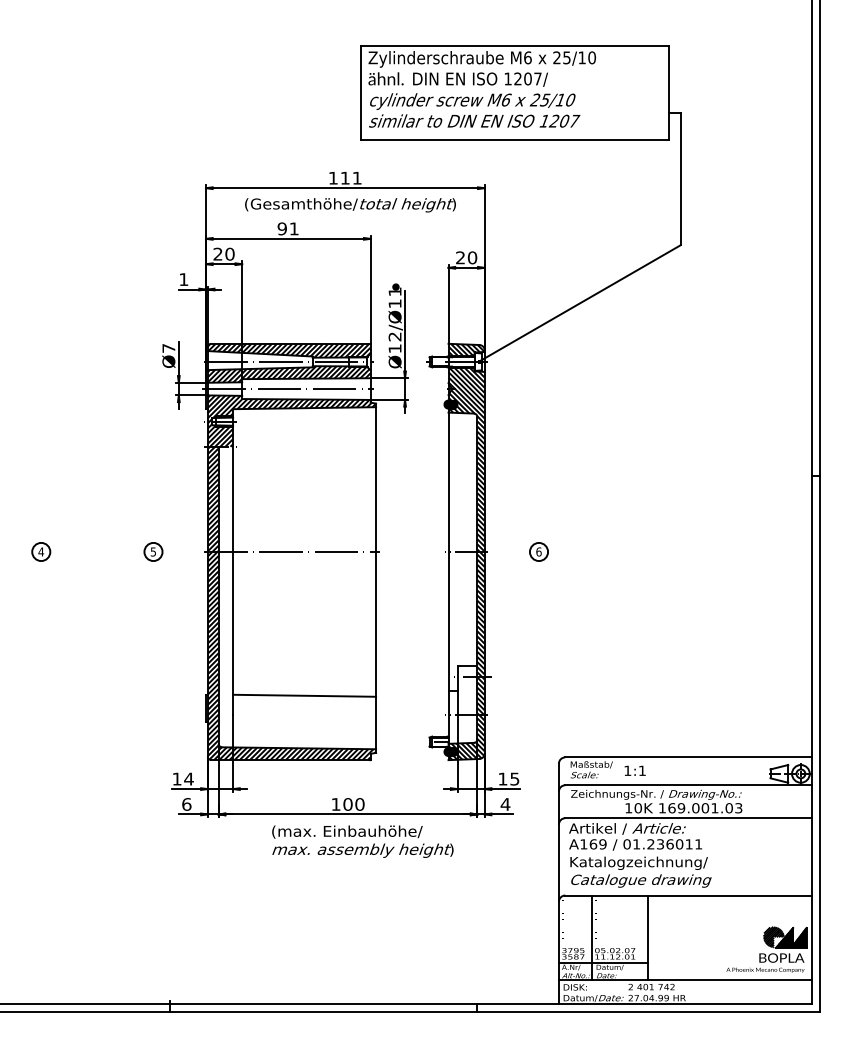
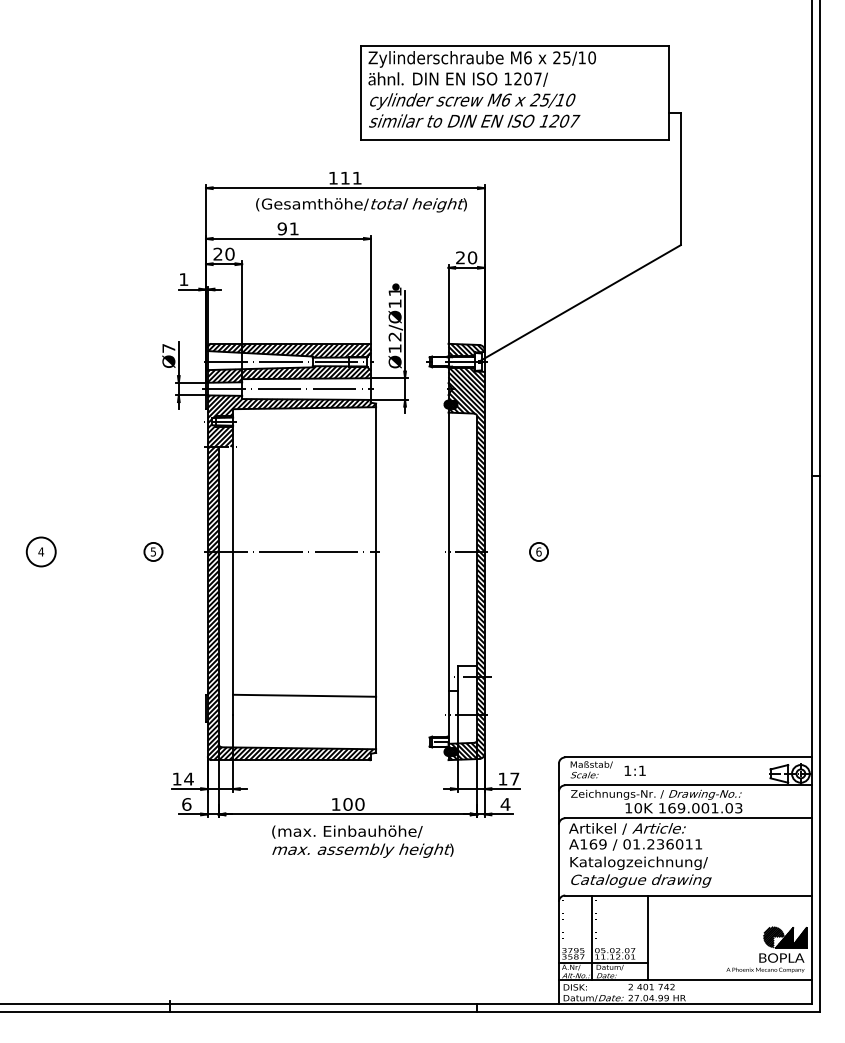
text at (350, 205) position: (350, 205) -> (361, 205)
circle at (41, 551) diameter: 18 px -> 29 px
text at (514, 778): 15 -> 17
